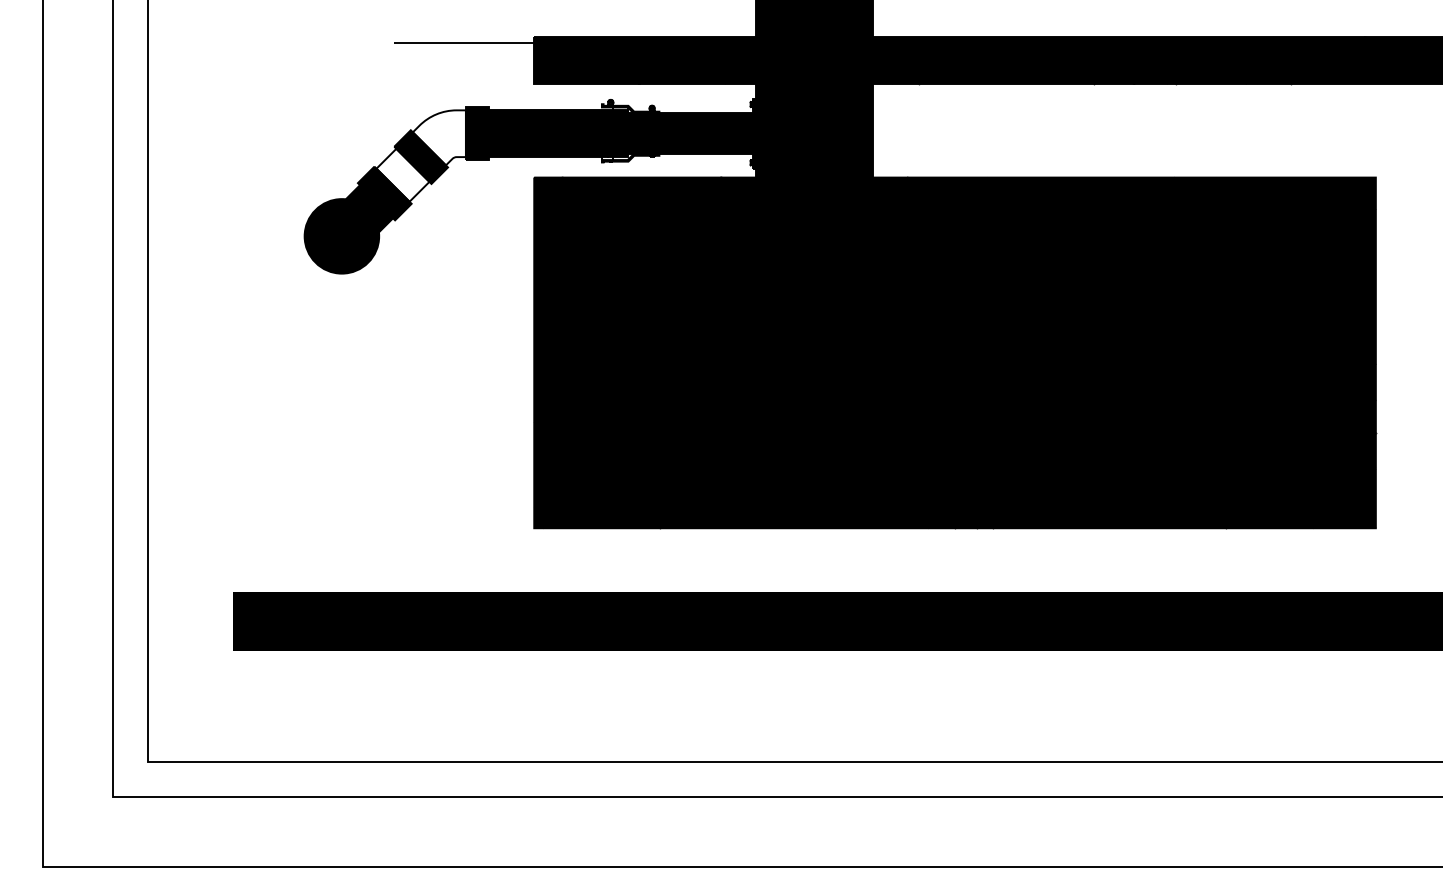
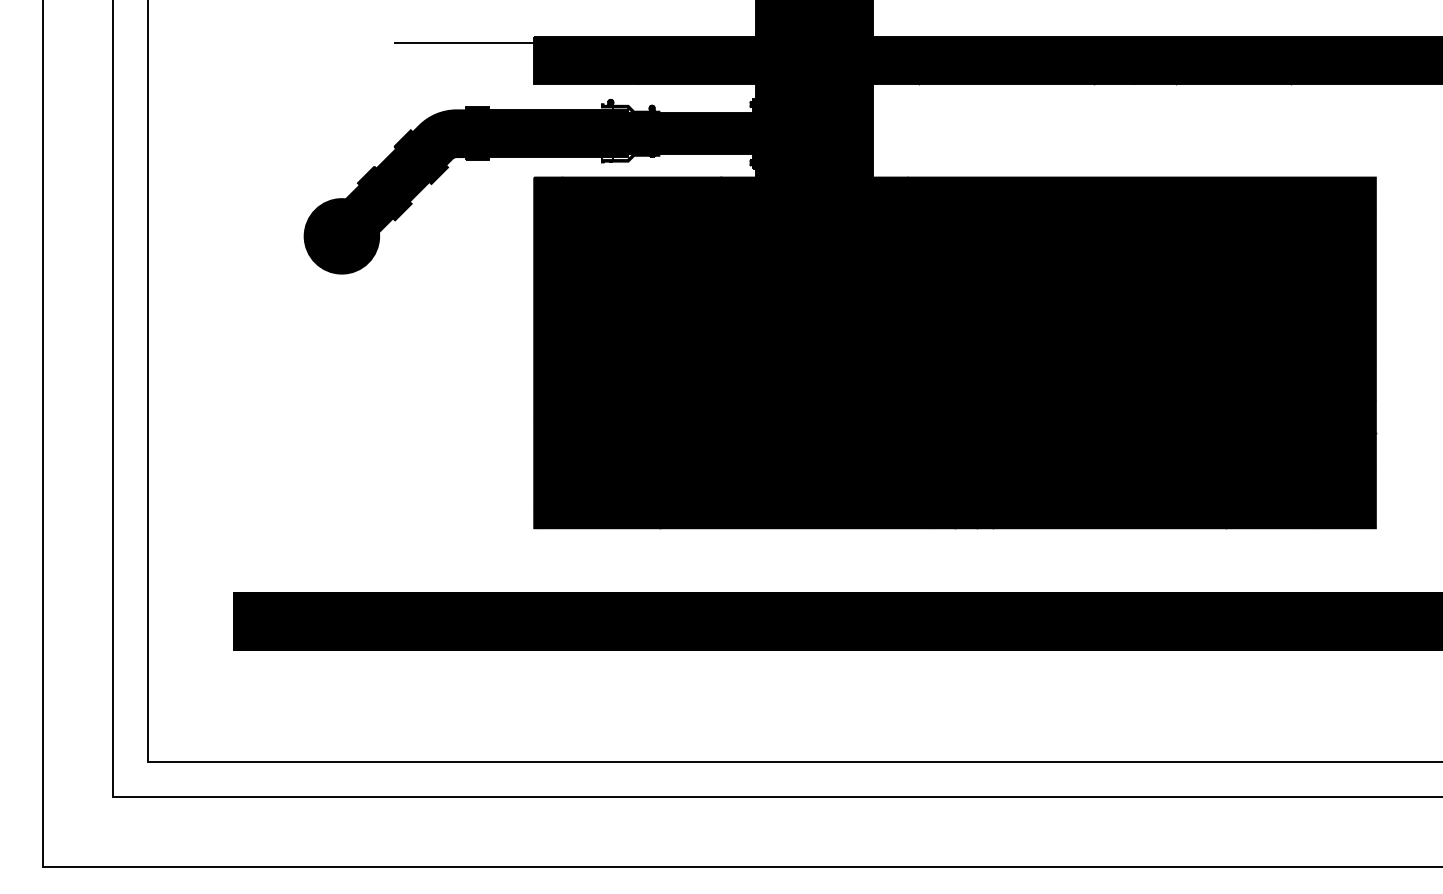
fill at (438, 137): none -> present
fill at (402, 174): none -> present
